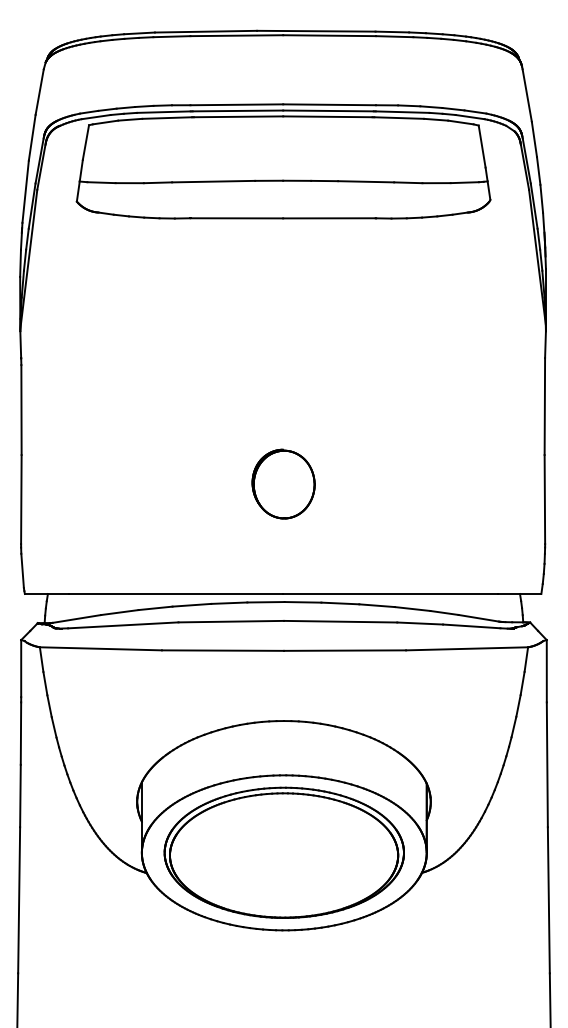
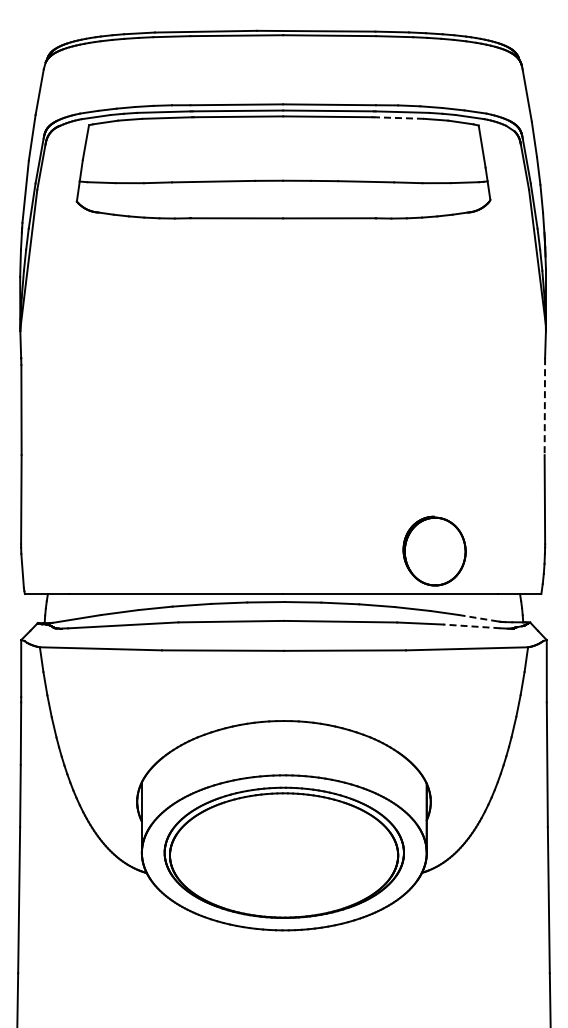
line at (399, 118): solid -> dashed
line at (544, 407): solid -> dashed
part at (283, 483) position: (283, 483) -> (434, 550)
line at (479, 618): solid -> dashed
line at (471, 626): solid -> dashed
